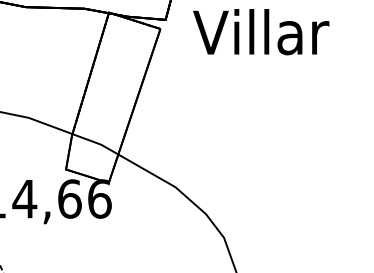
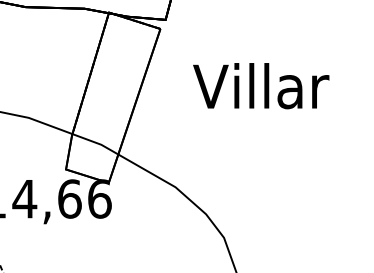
text at (261, 32) position: (261, 32) -> (261, 86)
